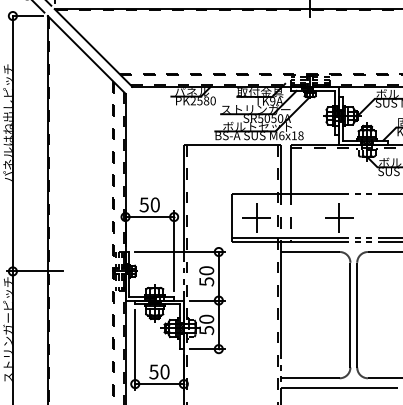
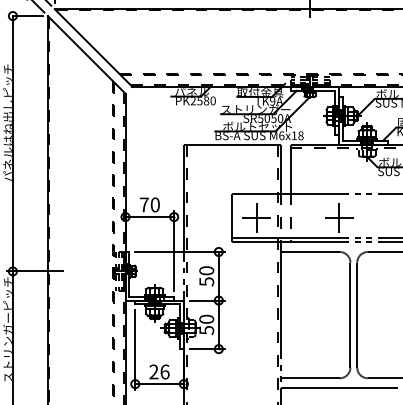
text at (143, 204): 50 -> 70
text at (159, 371): 50 -> 26
